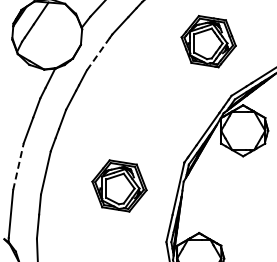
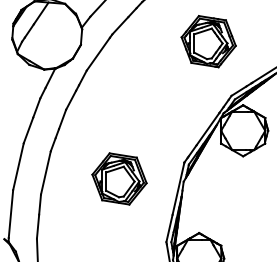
line at (98, 54): dashed -> solid
line at (18, 166): dashed -> solid
part at (119, 185) position: (119, 185) -> (119, 178)
